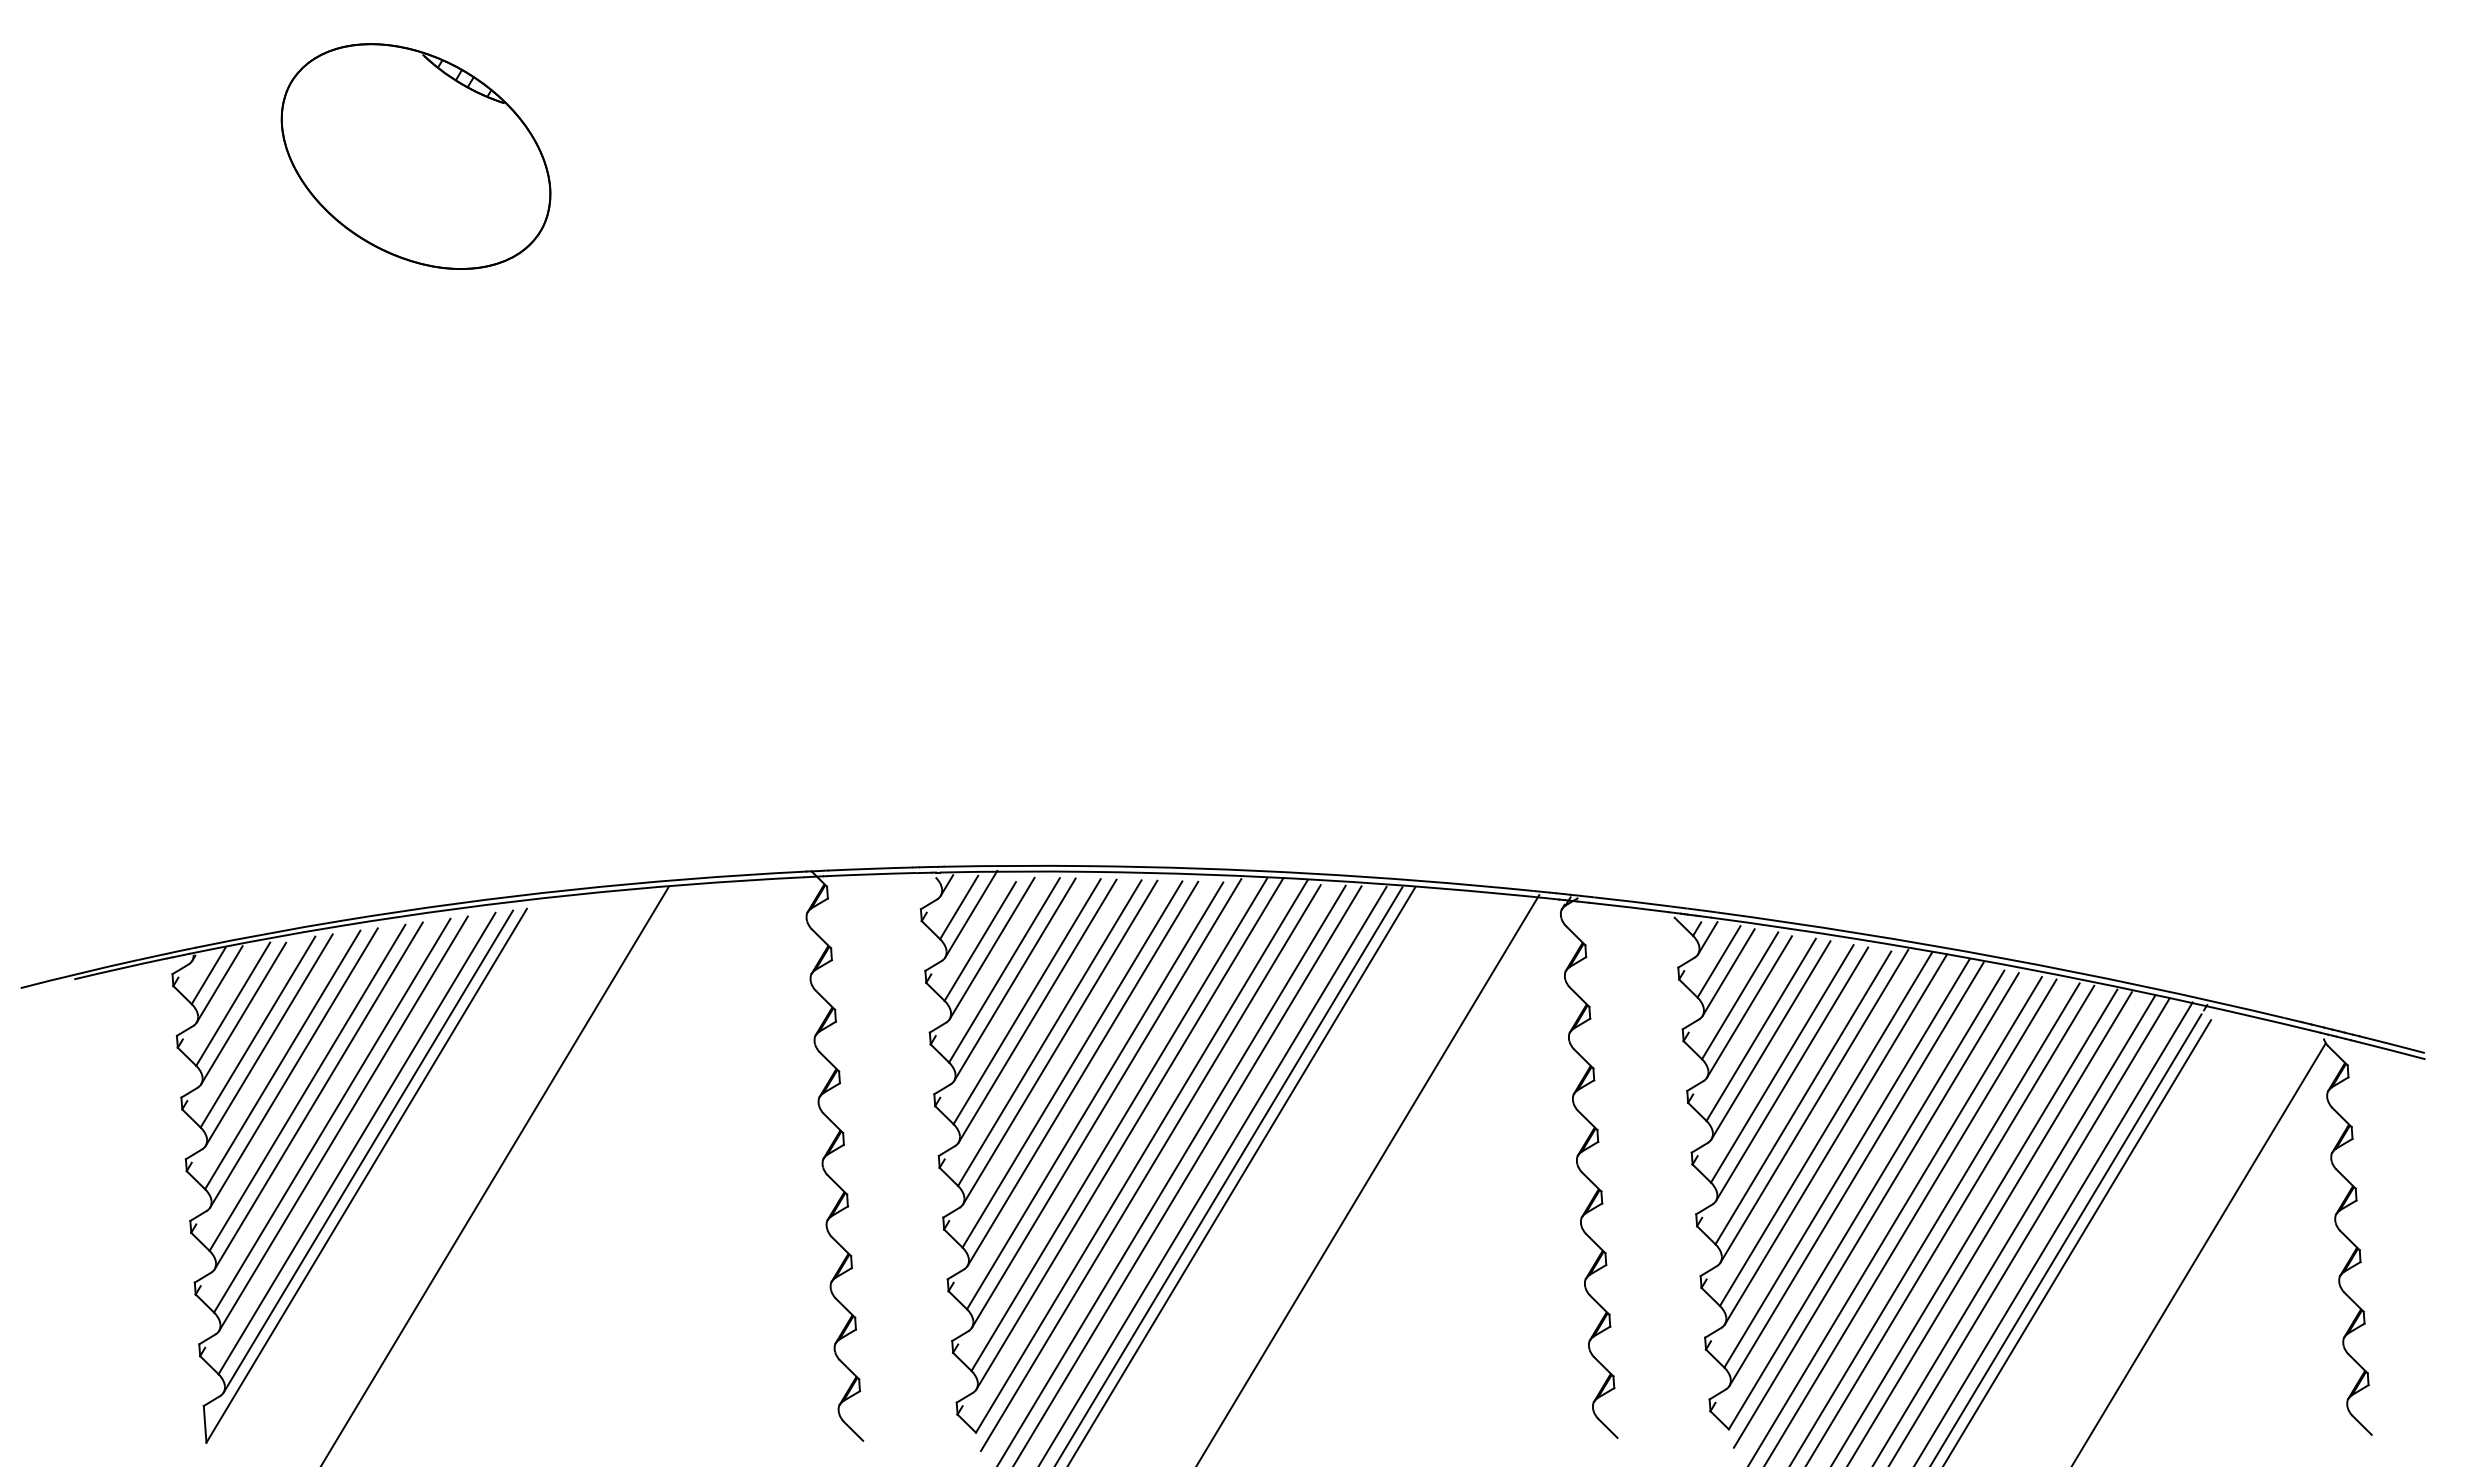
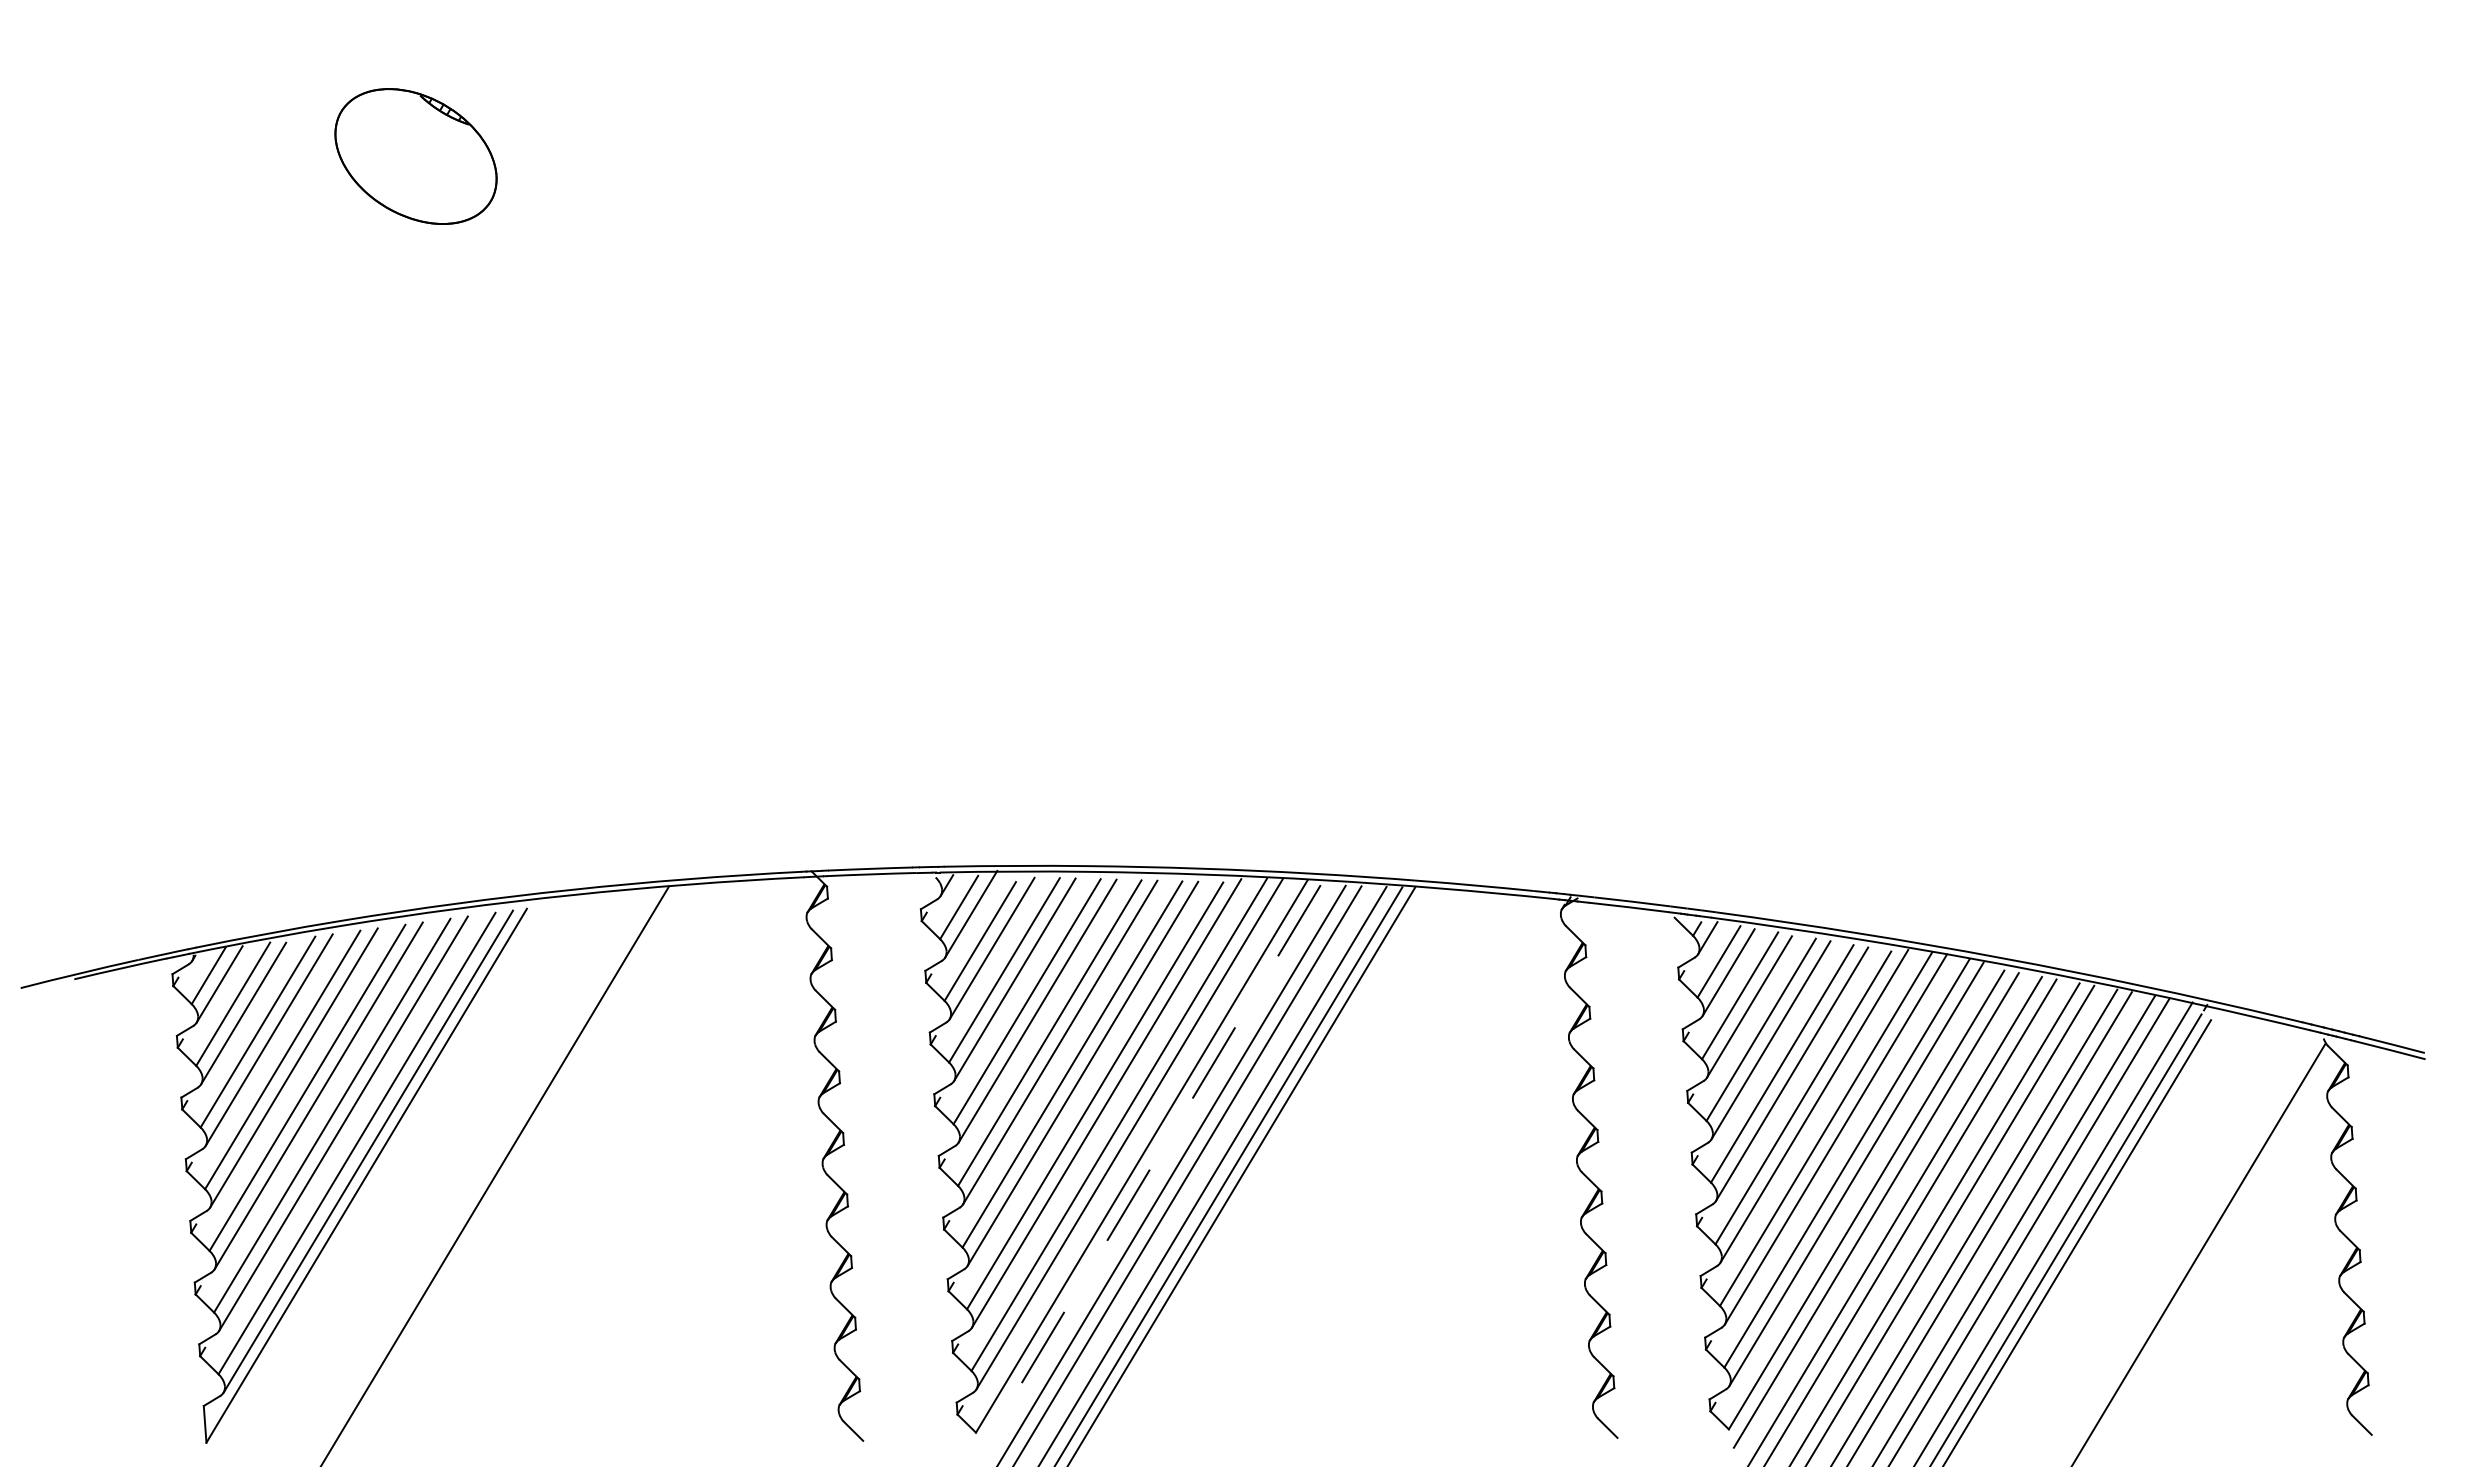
part at (415, 156) size: 272x227 px -> 164x137 px
line at (1150, 1168): solid -> dashed
line at (1368, 1179): present -> none
